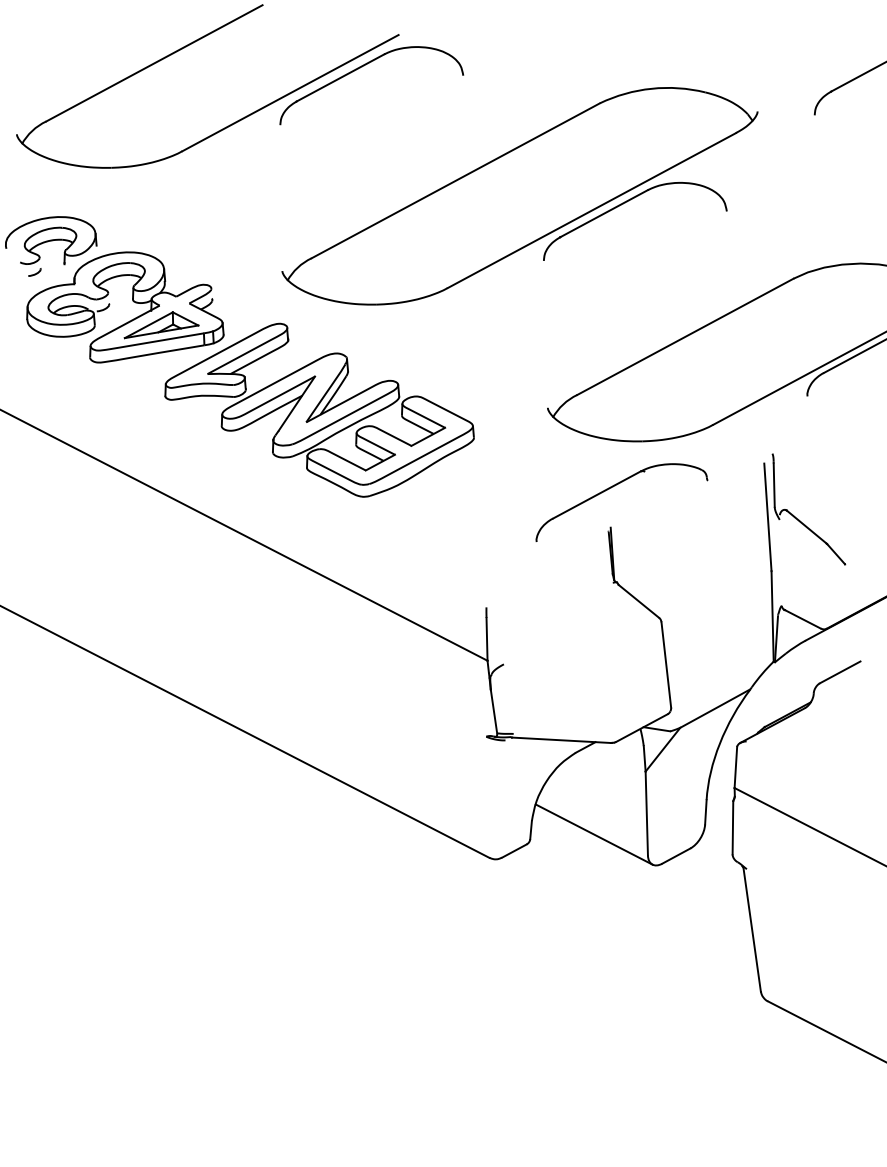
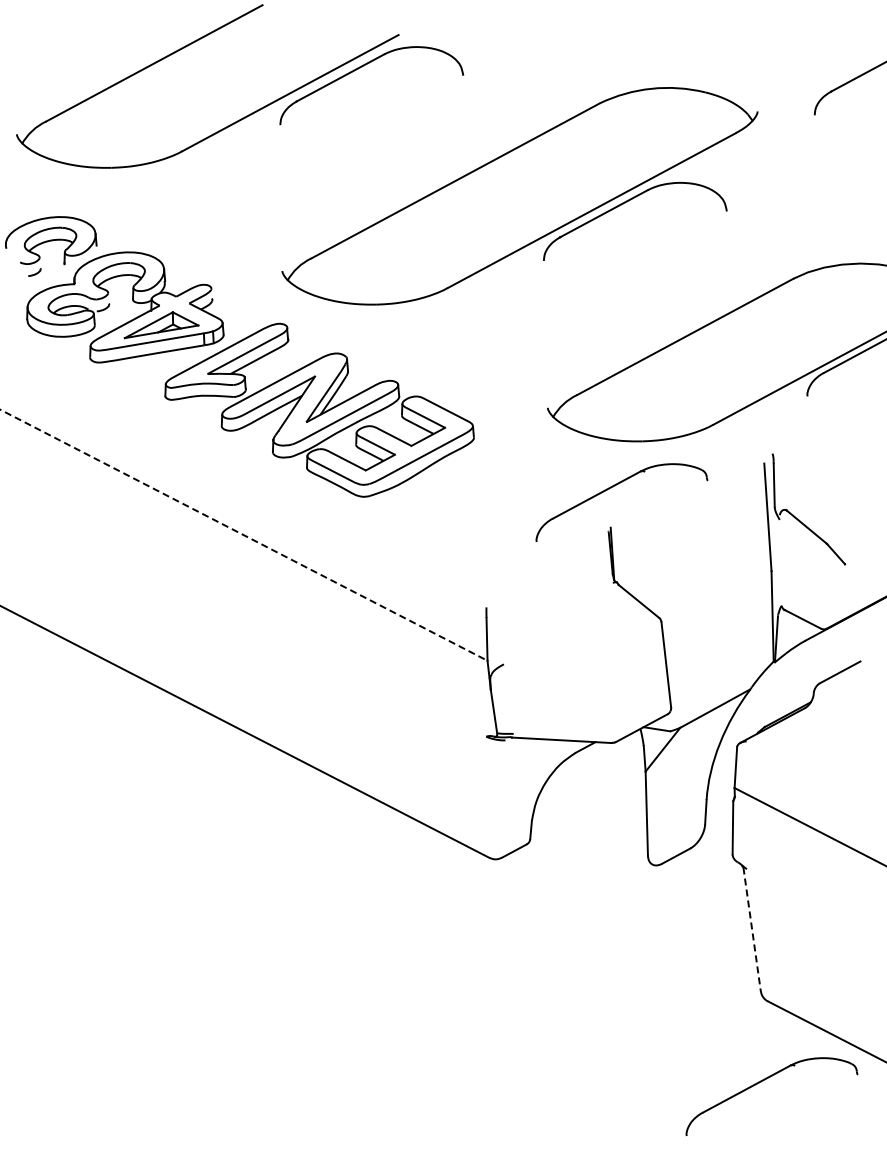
line at (244, 535): solid -> dashed
line at (593, 834): present -> none
line at (752, 929): solid -> dashed
part at (763, 1081): none -> present
